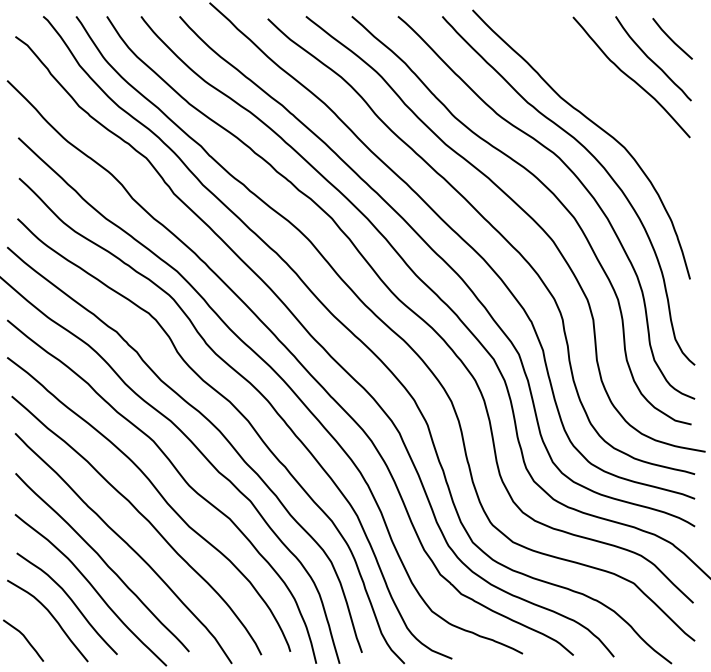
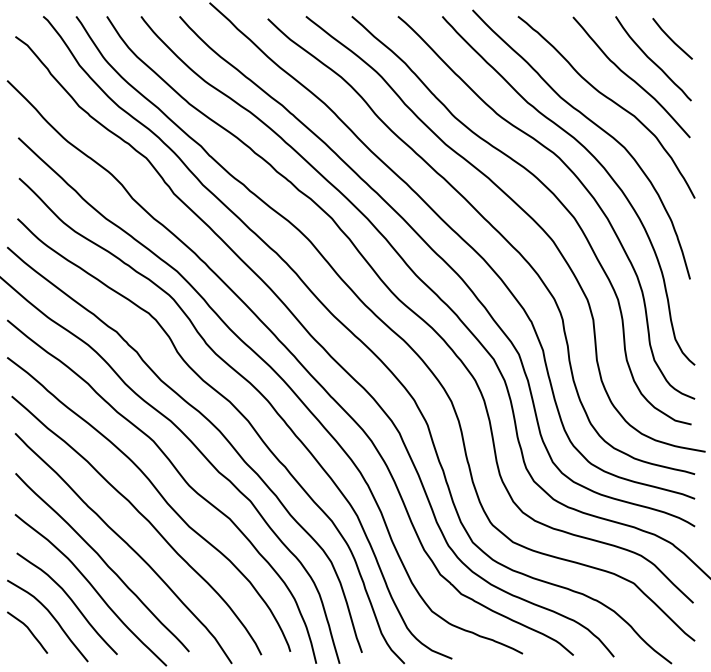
curve at (609, 100): none -> present
curve at (24, 638) position: (24, 638) -> (28, 630)
